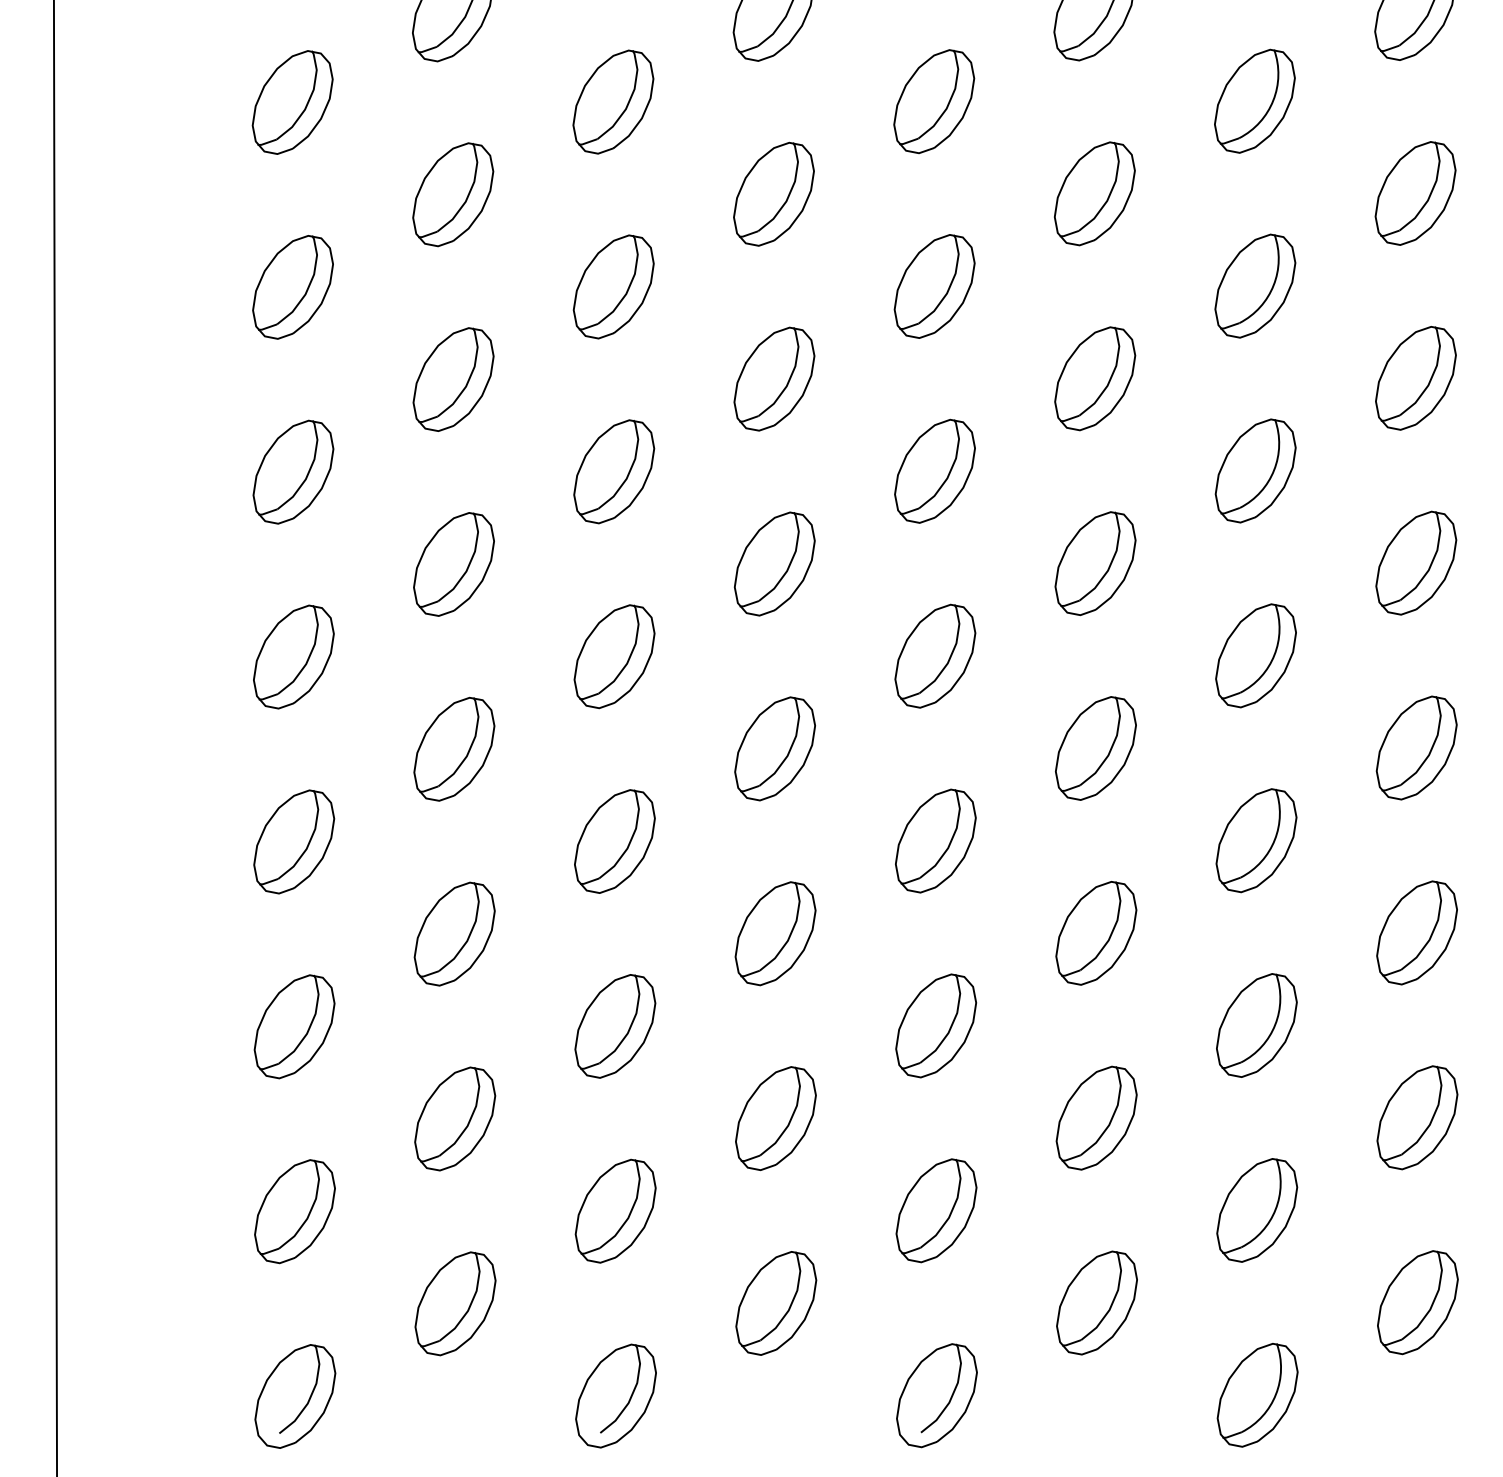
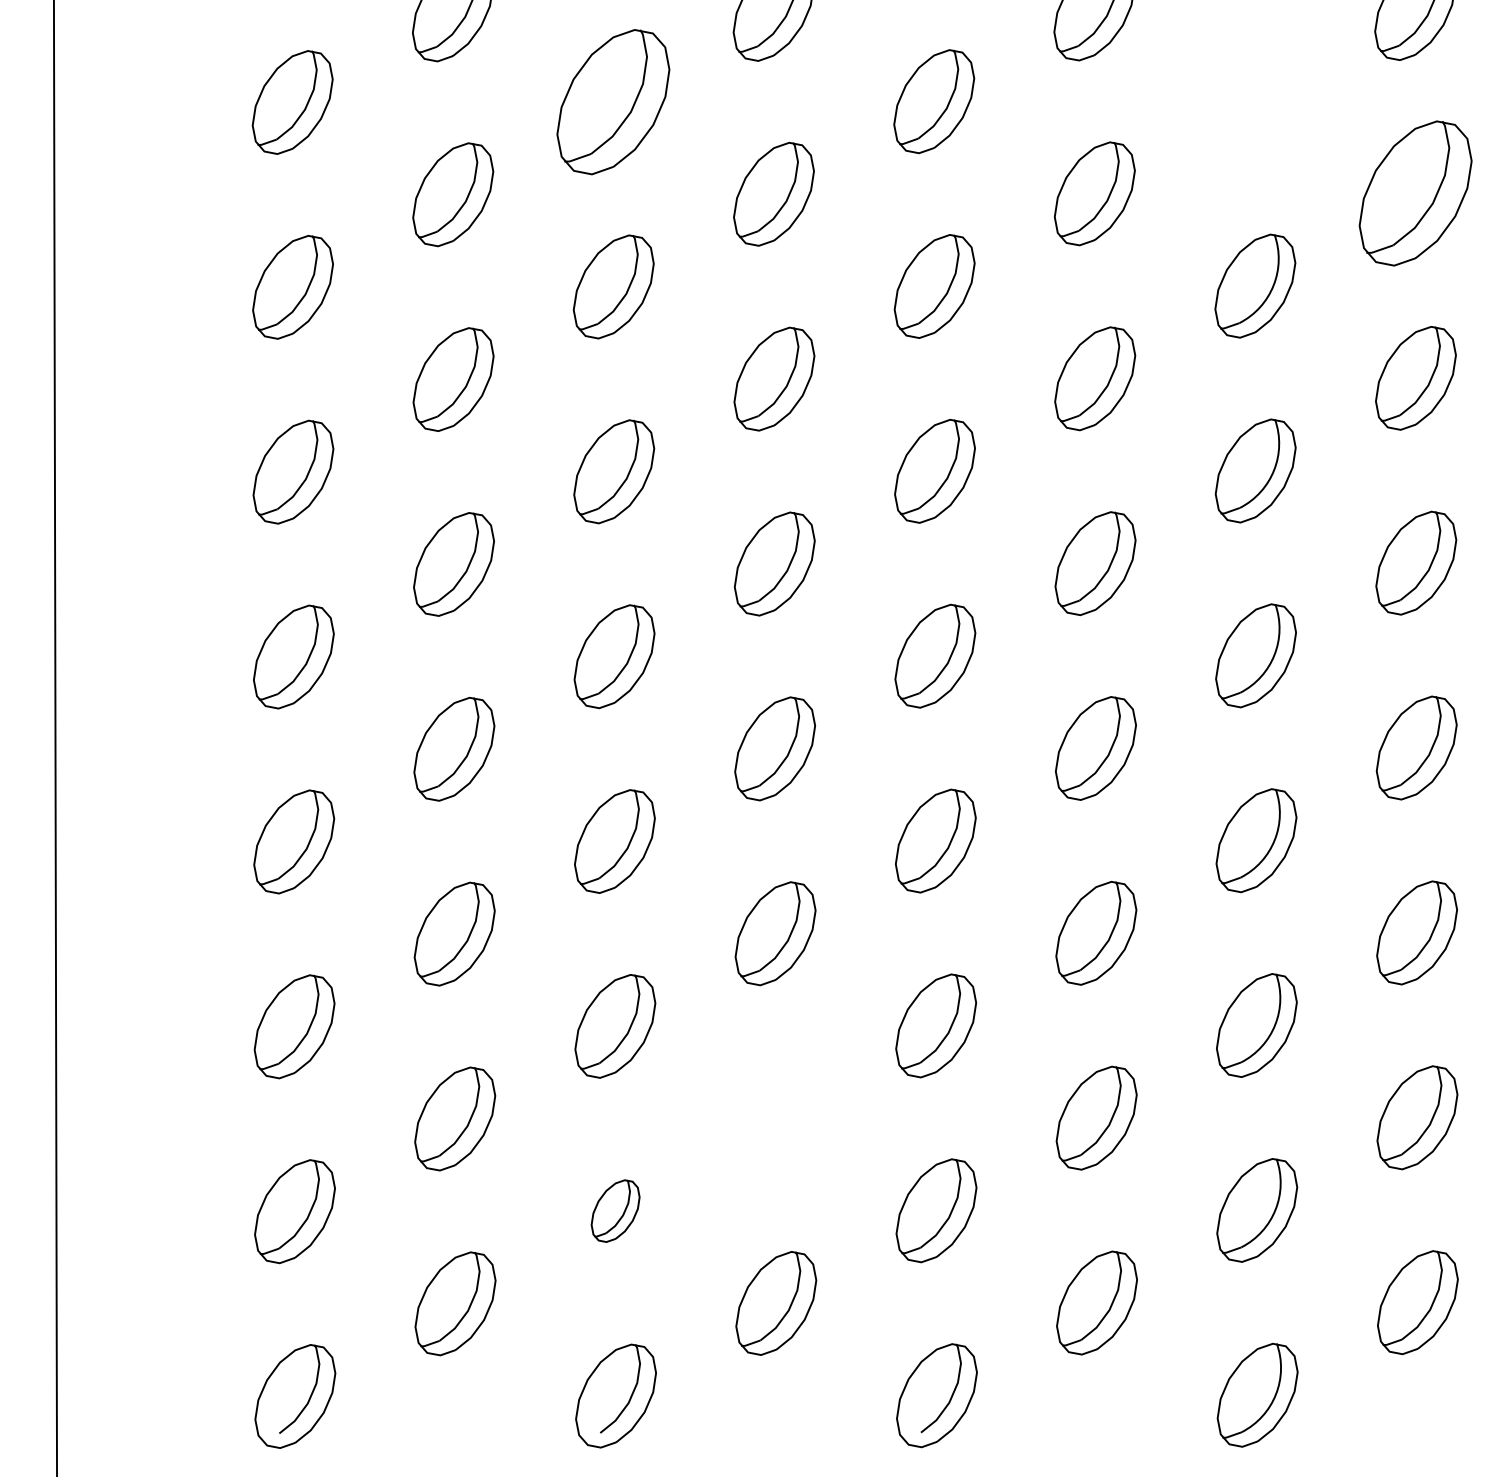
part at (1254, 100): present -> none
part at (613, 101) size: 83x106 px -> 115x147 px
part at (1415, 193) size: 83x105 px -> 115x147 px
part at (775, 1118): present -> none
part at (615, 1210) size: 83x106 px -> 51x64 px
